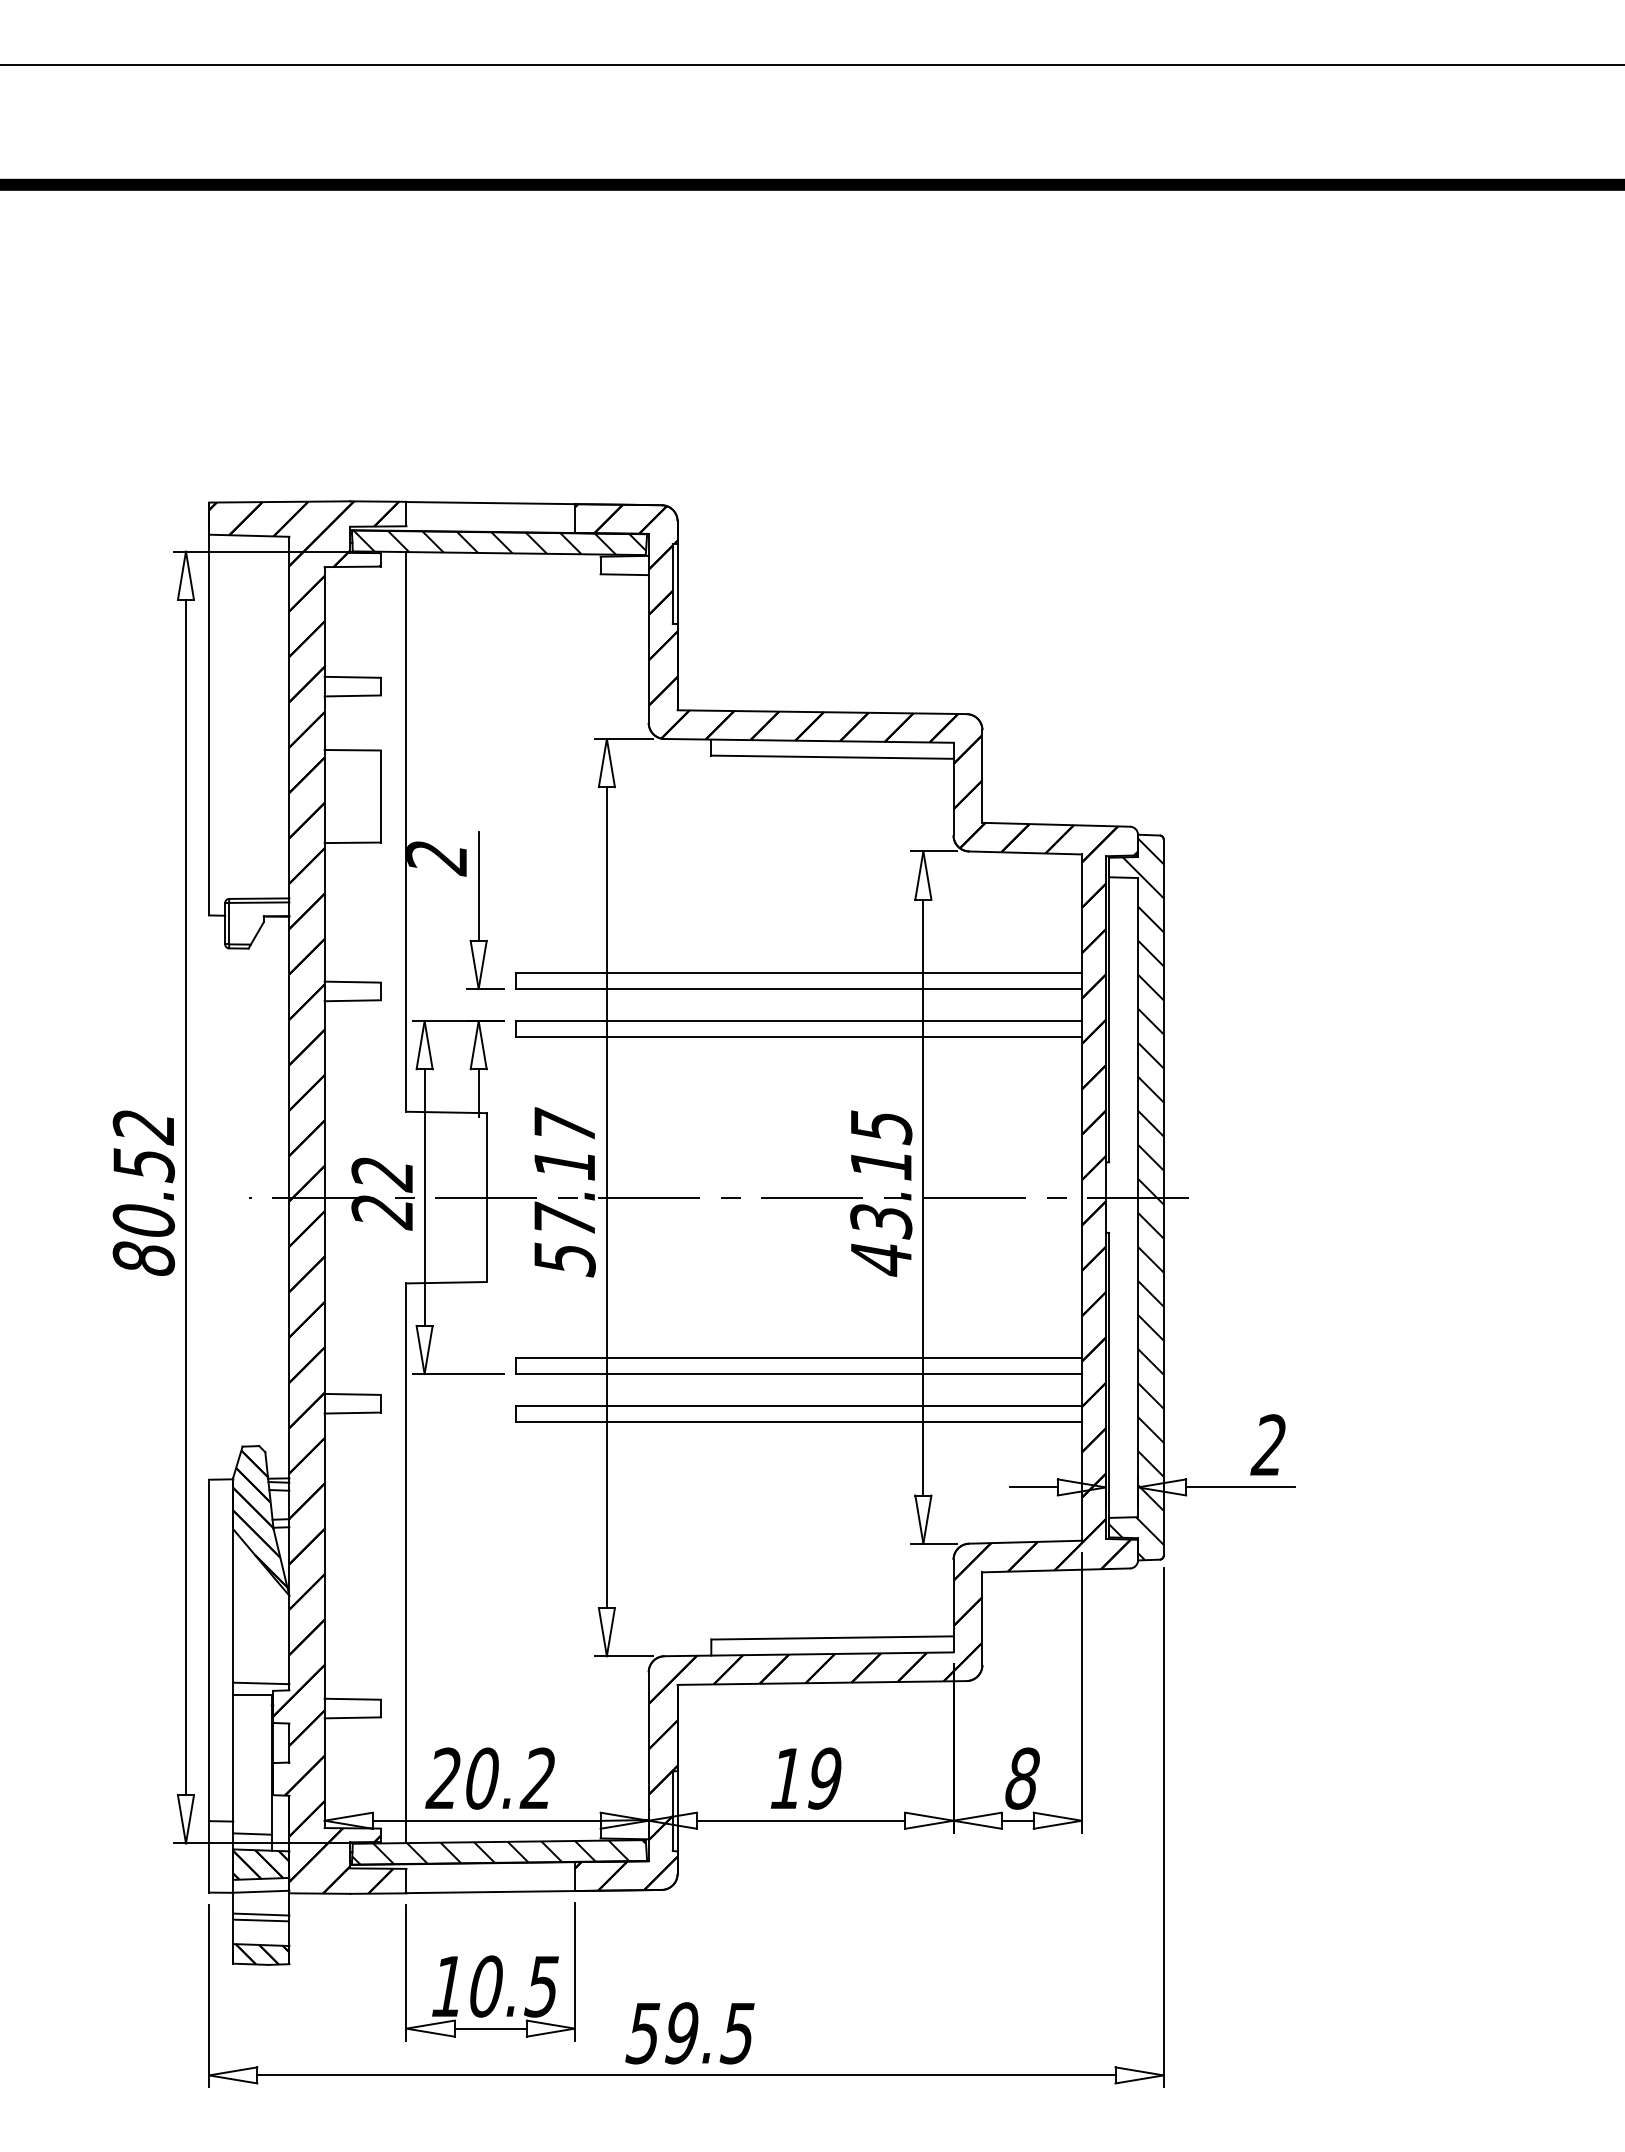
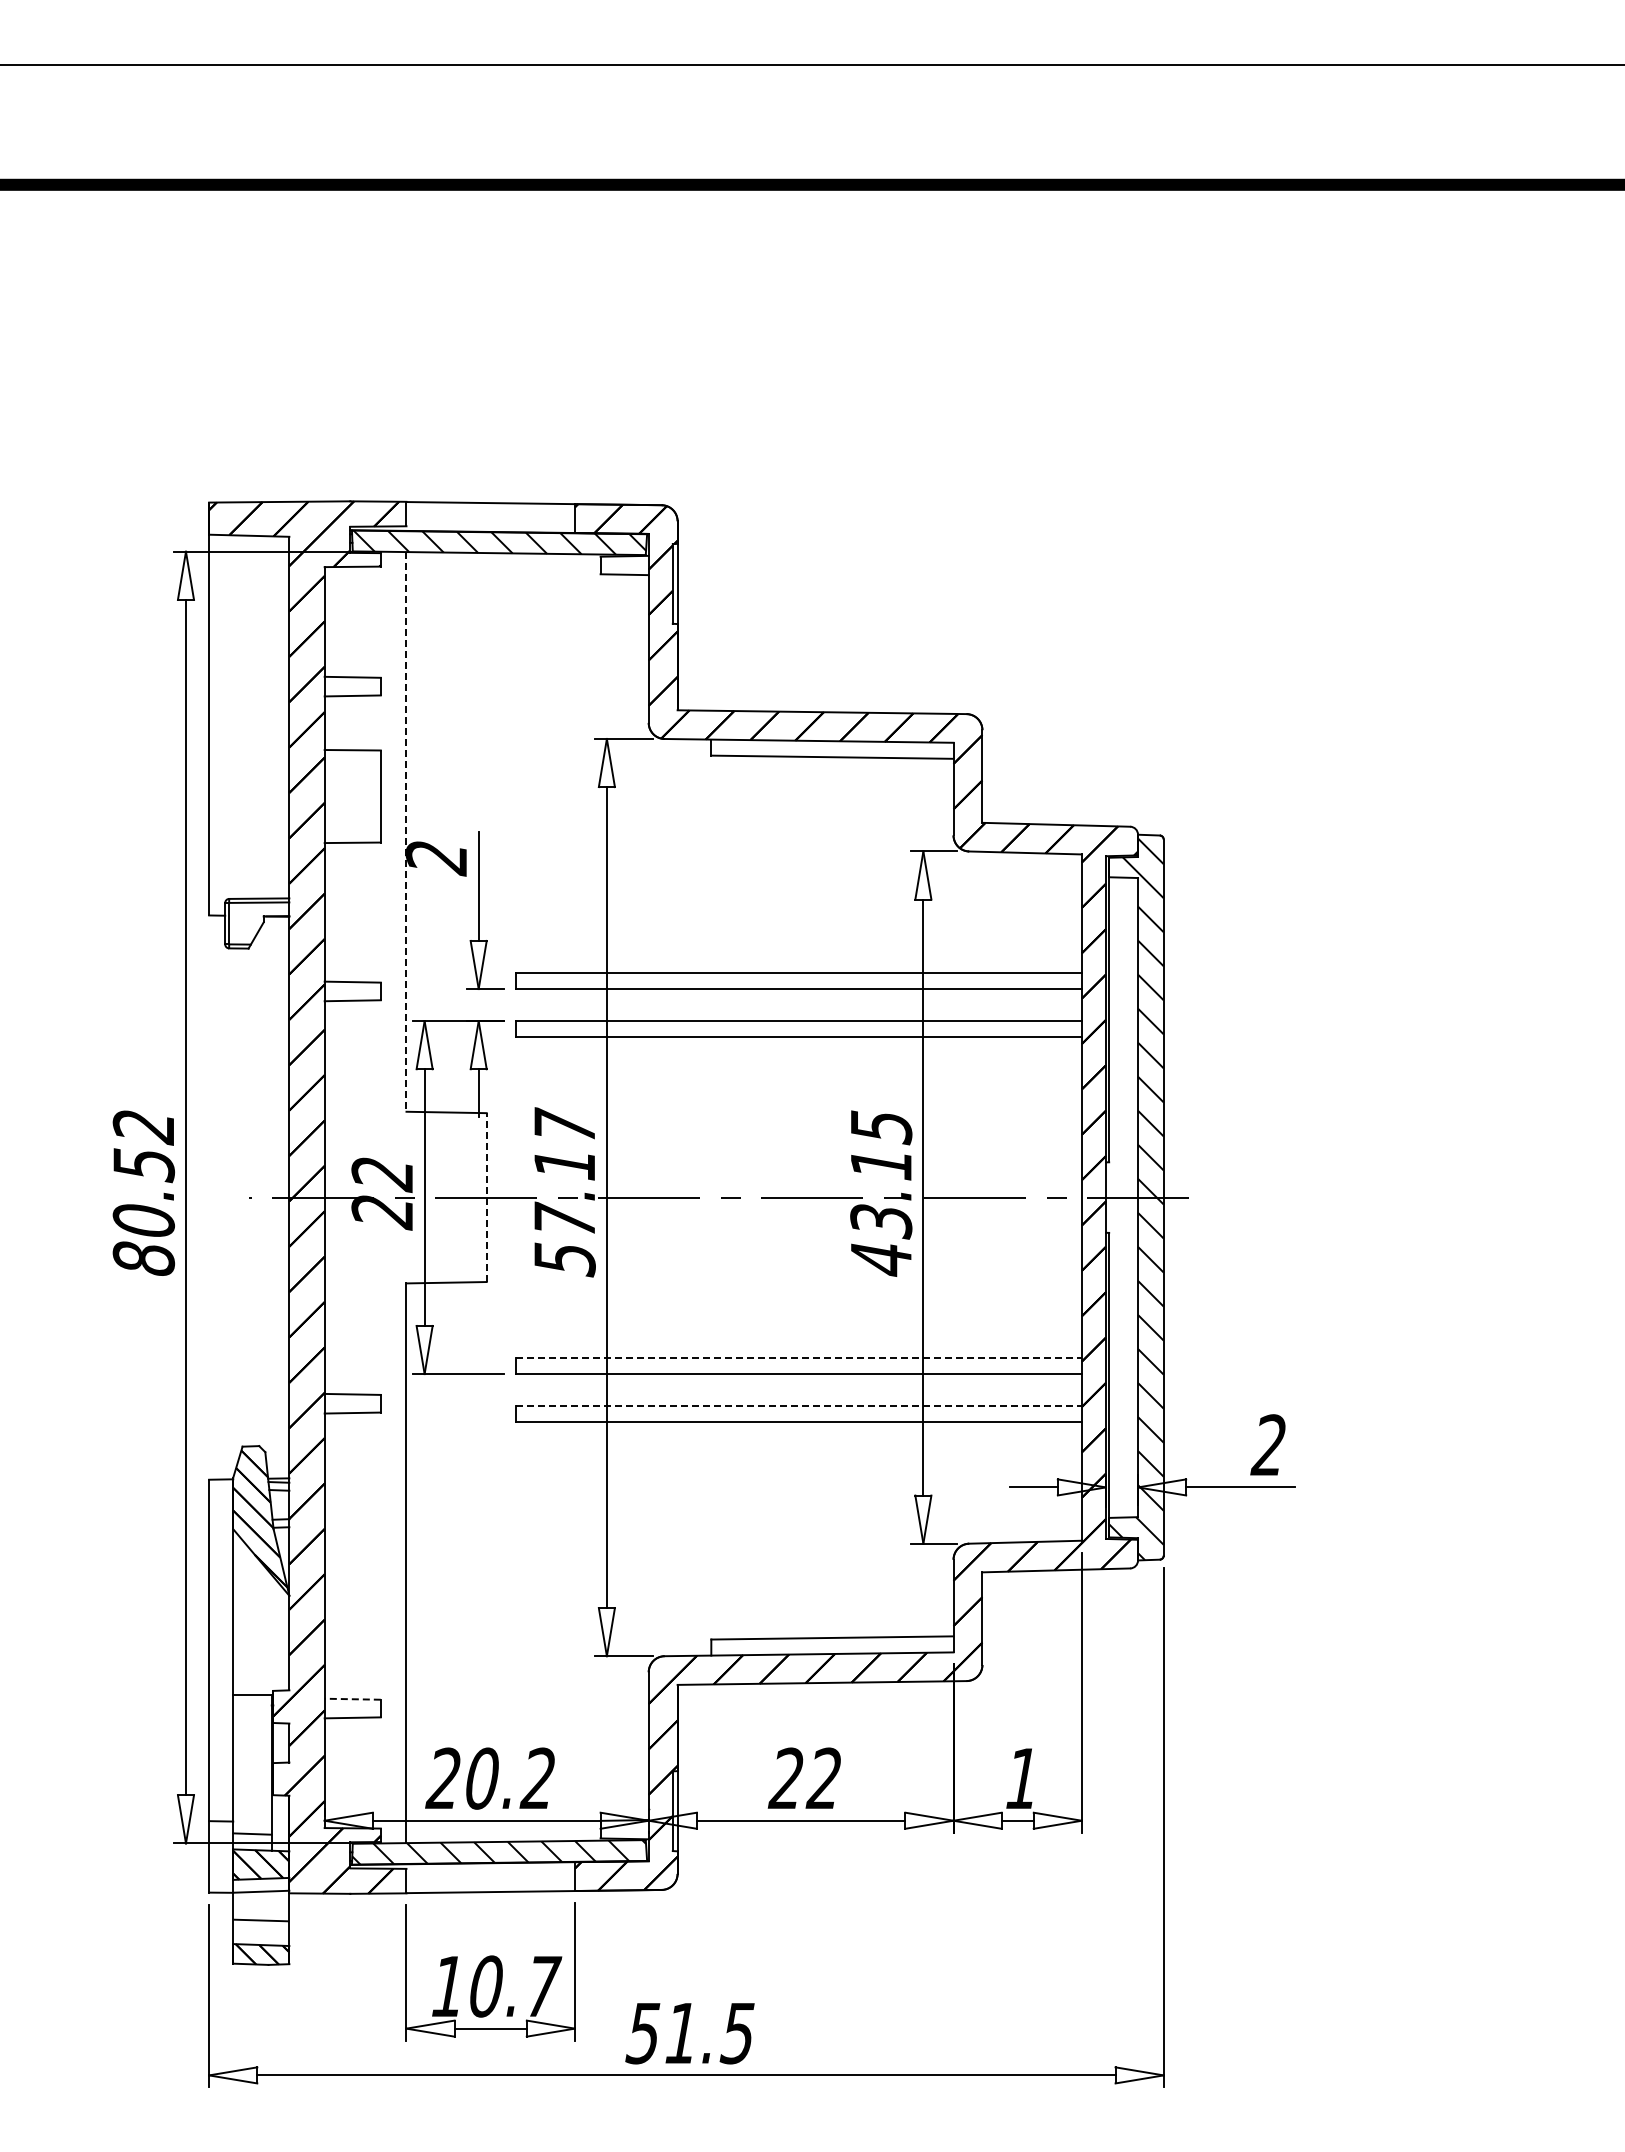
line at (406, 831): solid -> dashed
line at (486, 1197): solid -> dashed
line at (799, 1358): solid -> dashed
line at (799, 1406): solid -> dashed
line at (261, 1683): present -> none
line at (352, 1699): solid -> dashed
text at (804, 1778): 19 -> 22
text at (1022, 1778): 8 -> 1
line at (261, 1914): present -> none
text at (543, 1986): 10.5 -> 10.7
text at (681, 2033): 59.5 -> 51.5
